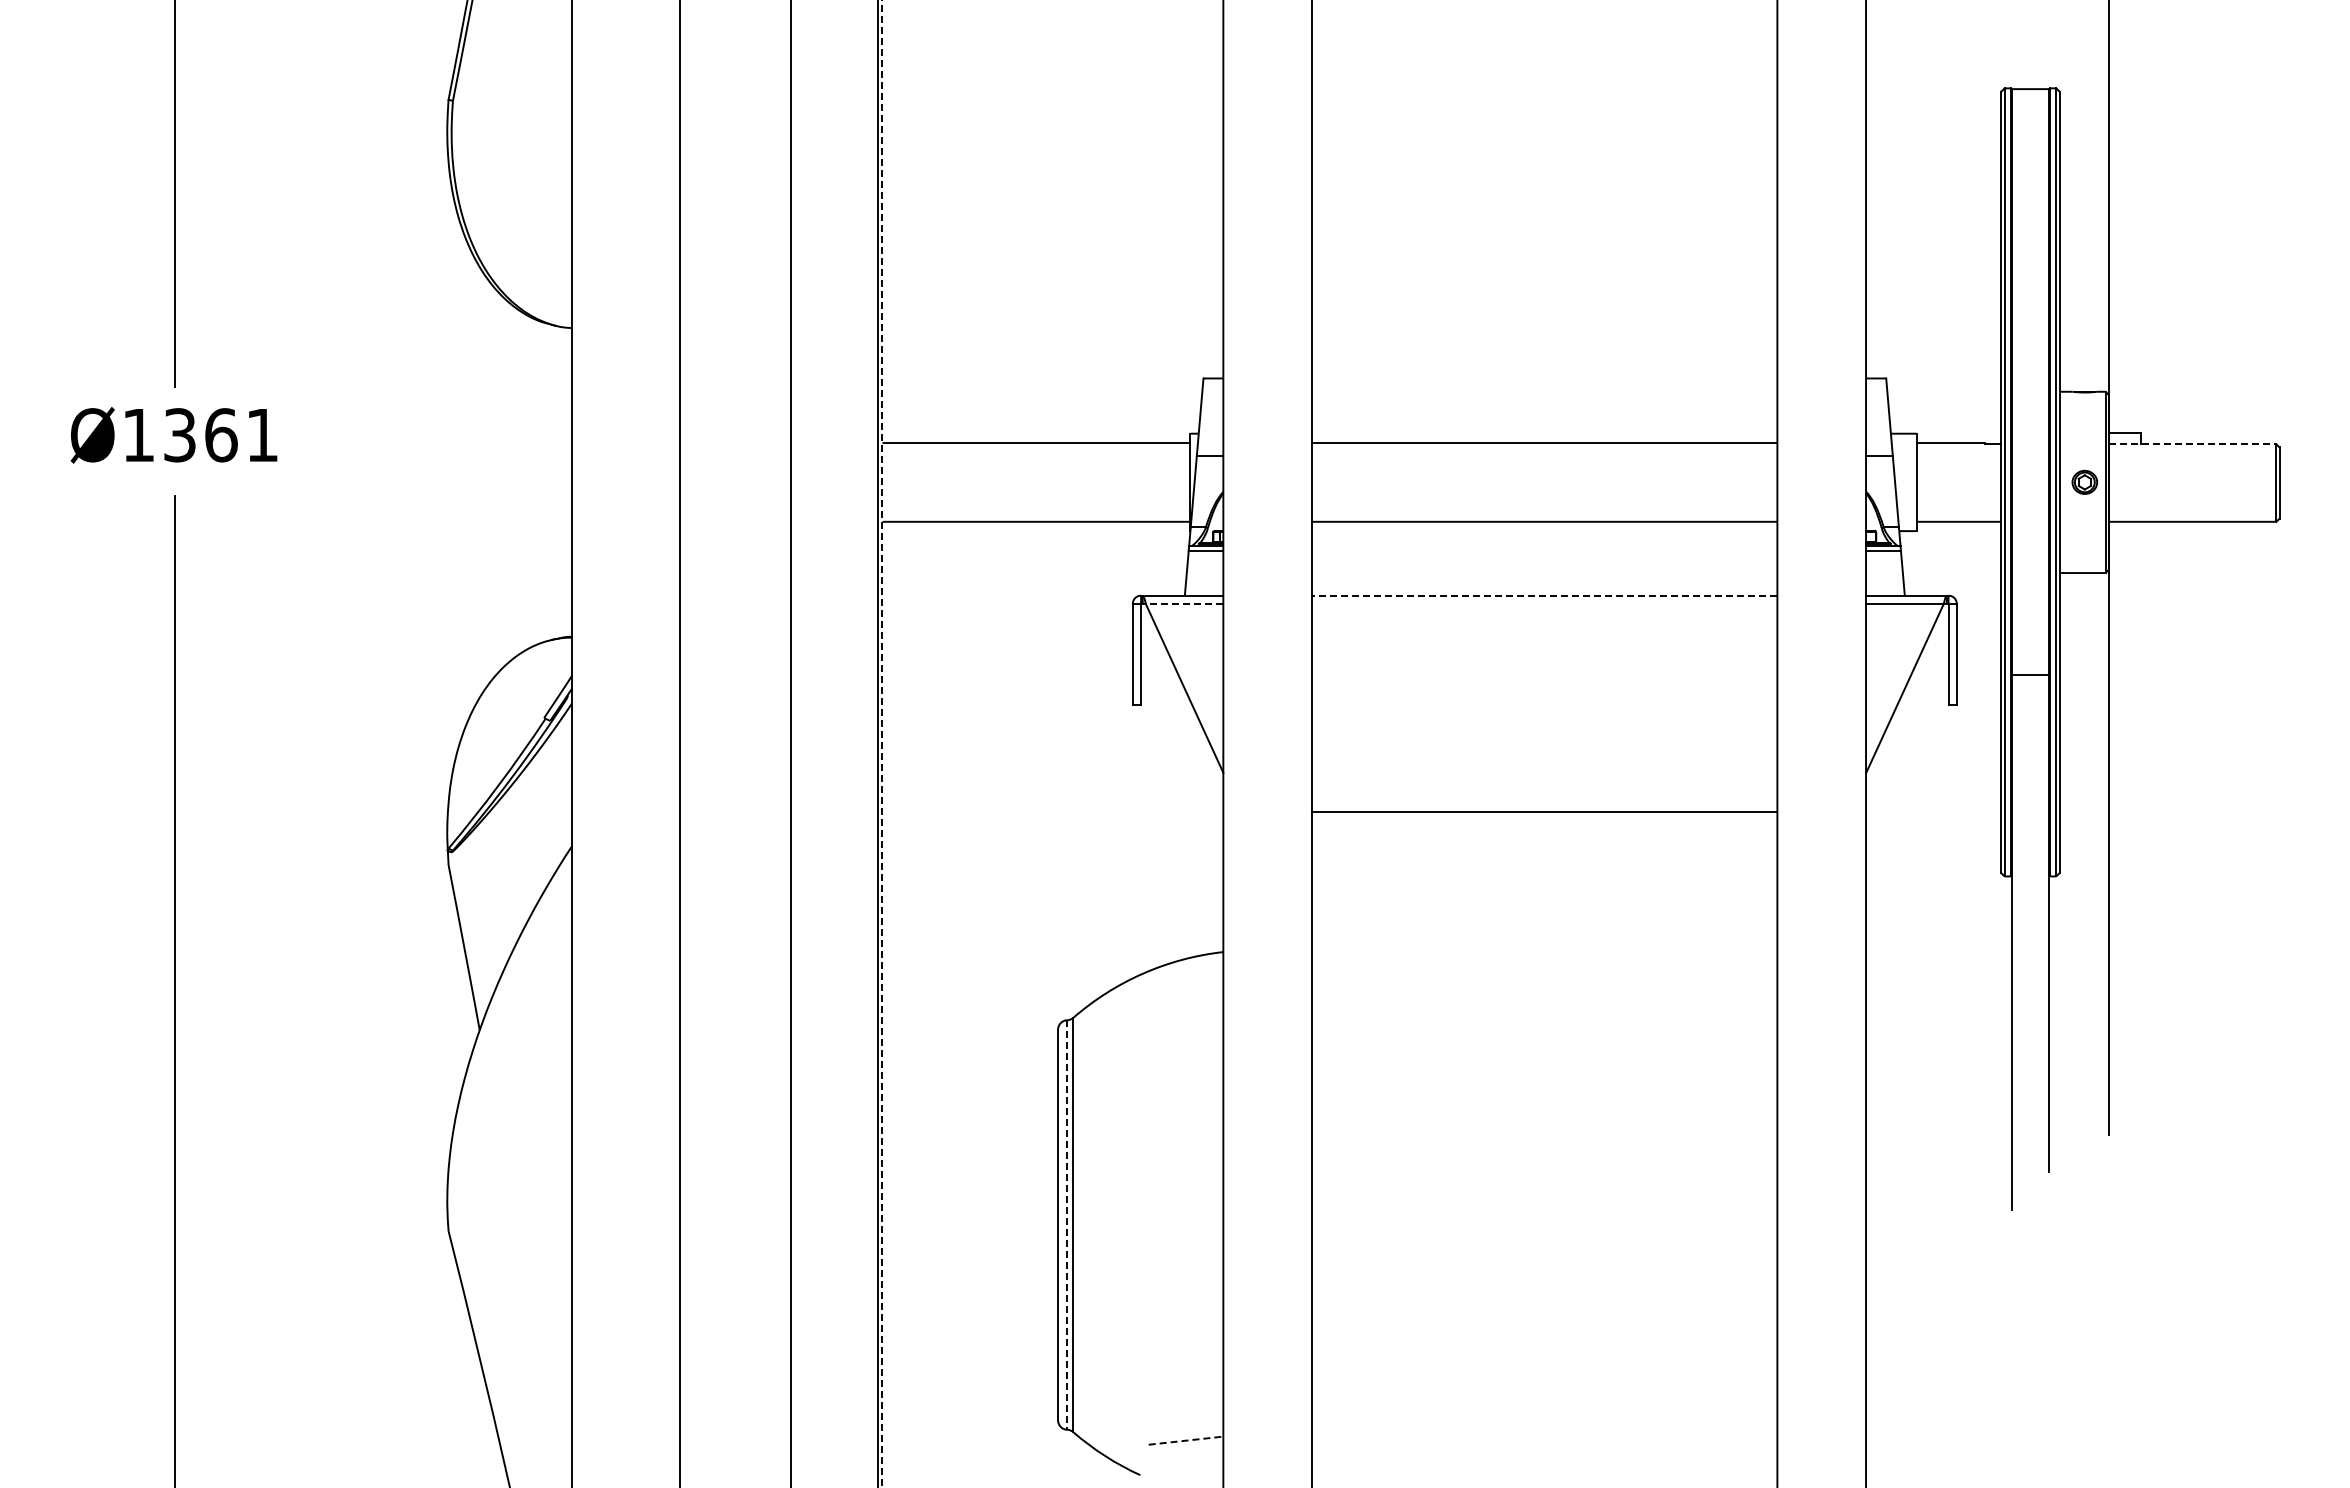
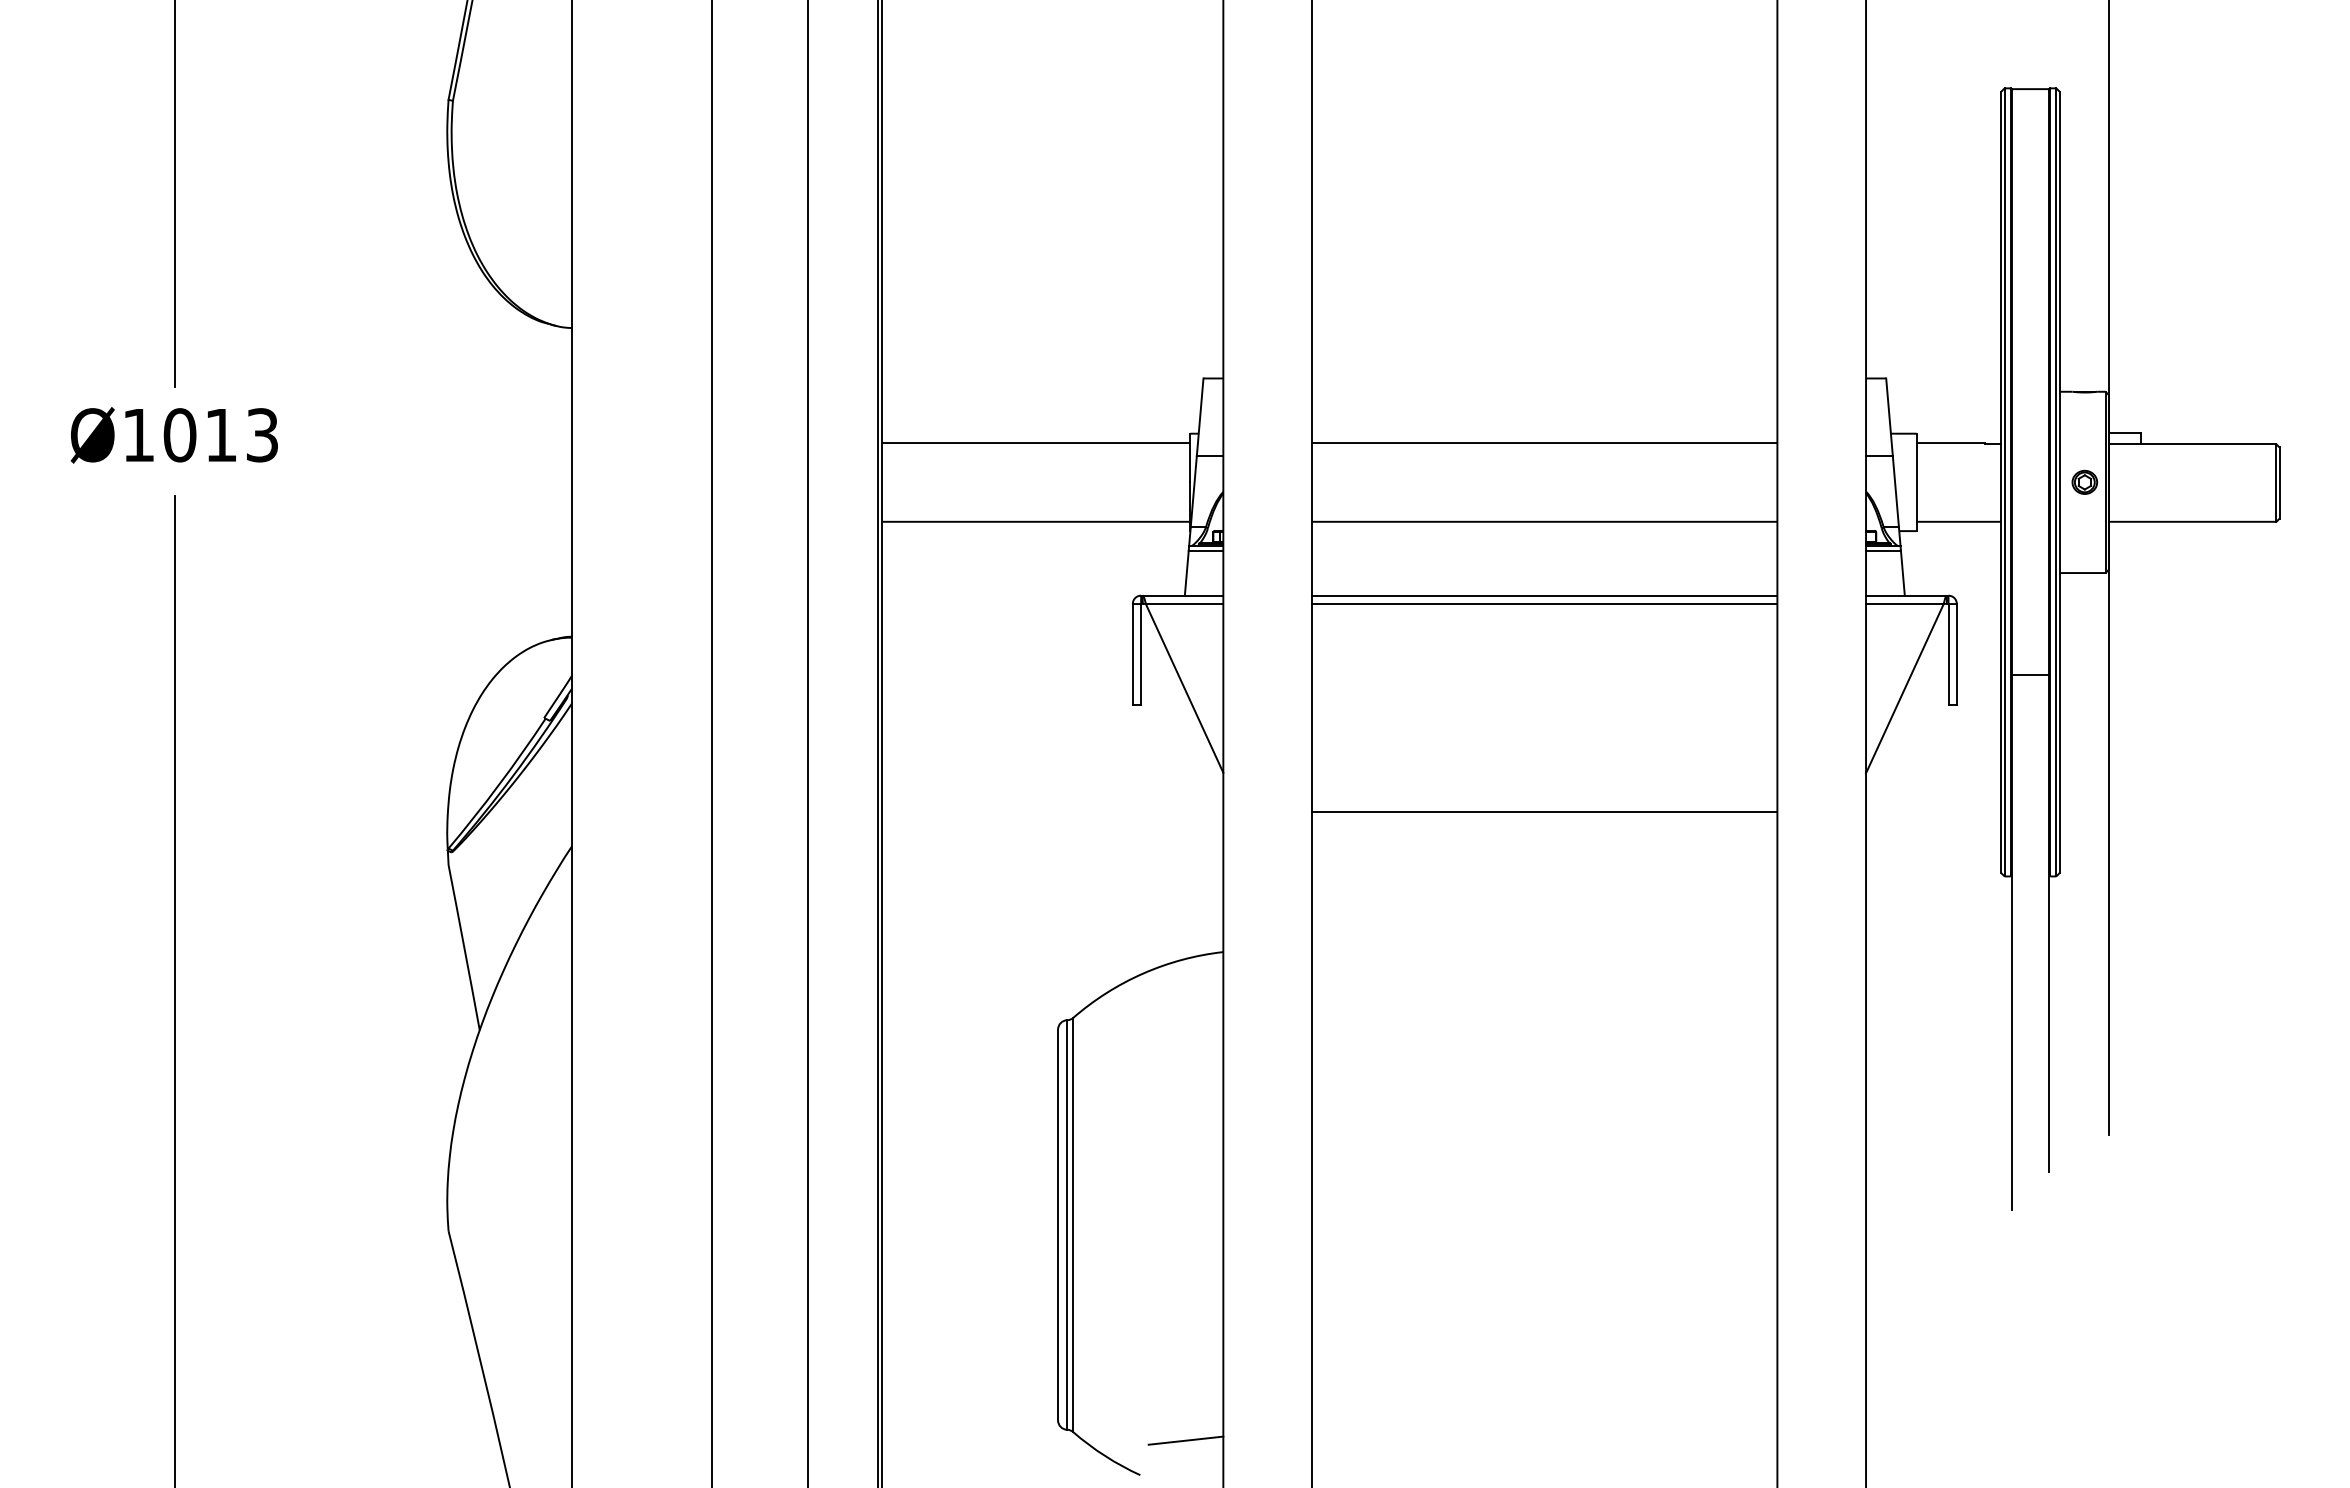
text at (220, 435): Ø1361 -> Ø1013
line at (2192, 444): dashed -> solid
line at (1544, 595): dashed -> solid
line at (1184, 604): dashed -> solid
line at (1544, 604): none -> present
line at (679, 743) position: (679, 743) -> (711, 743)
line at (791, 743) position: (791, 743) -> (808, 743)
line at (882, 744): dashed -> solid
line at (1067, 1225): dashed -> solid
line at (1186, 1440): dashed -> solid
